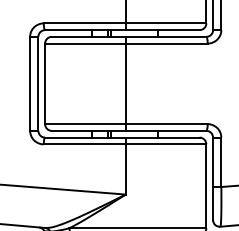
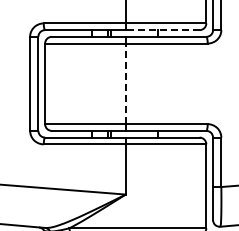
line at (162, 30): solid -> dashed
line at (125, 83): solid -> dashed
